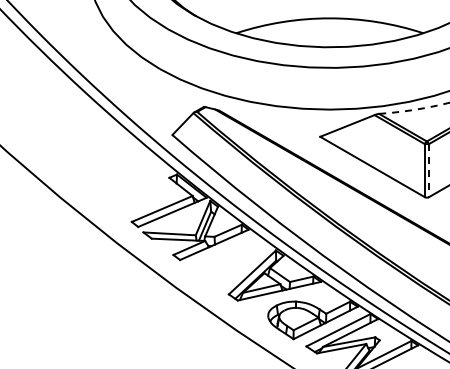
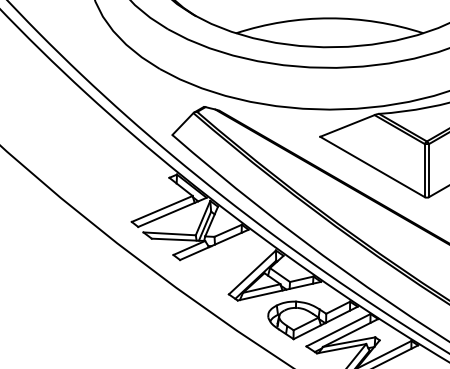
arc at (414, 109): dashed -> solid
line at (429, 170): dashed -> solid
